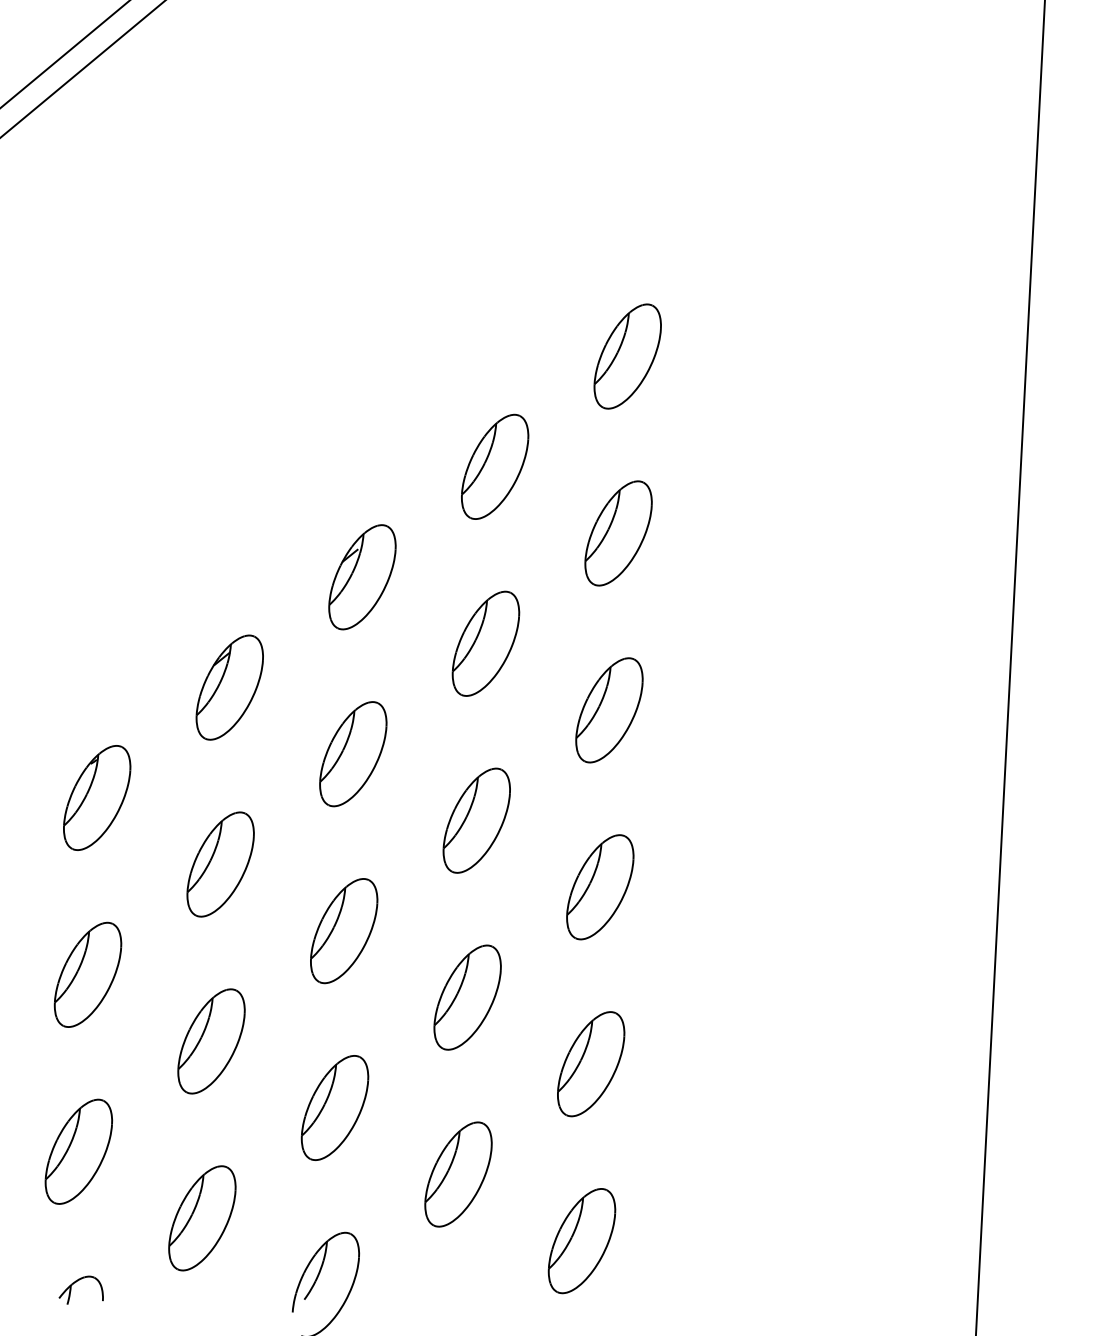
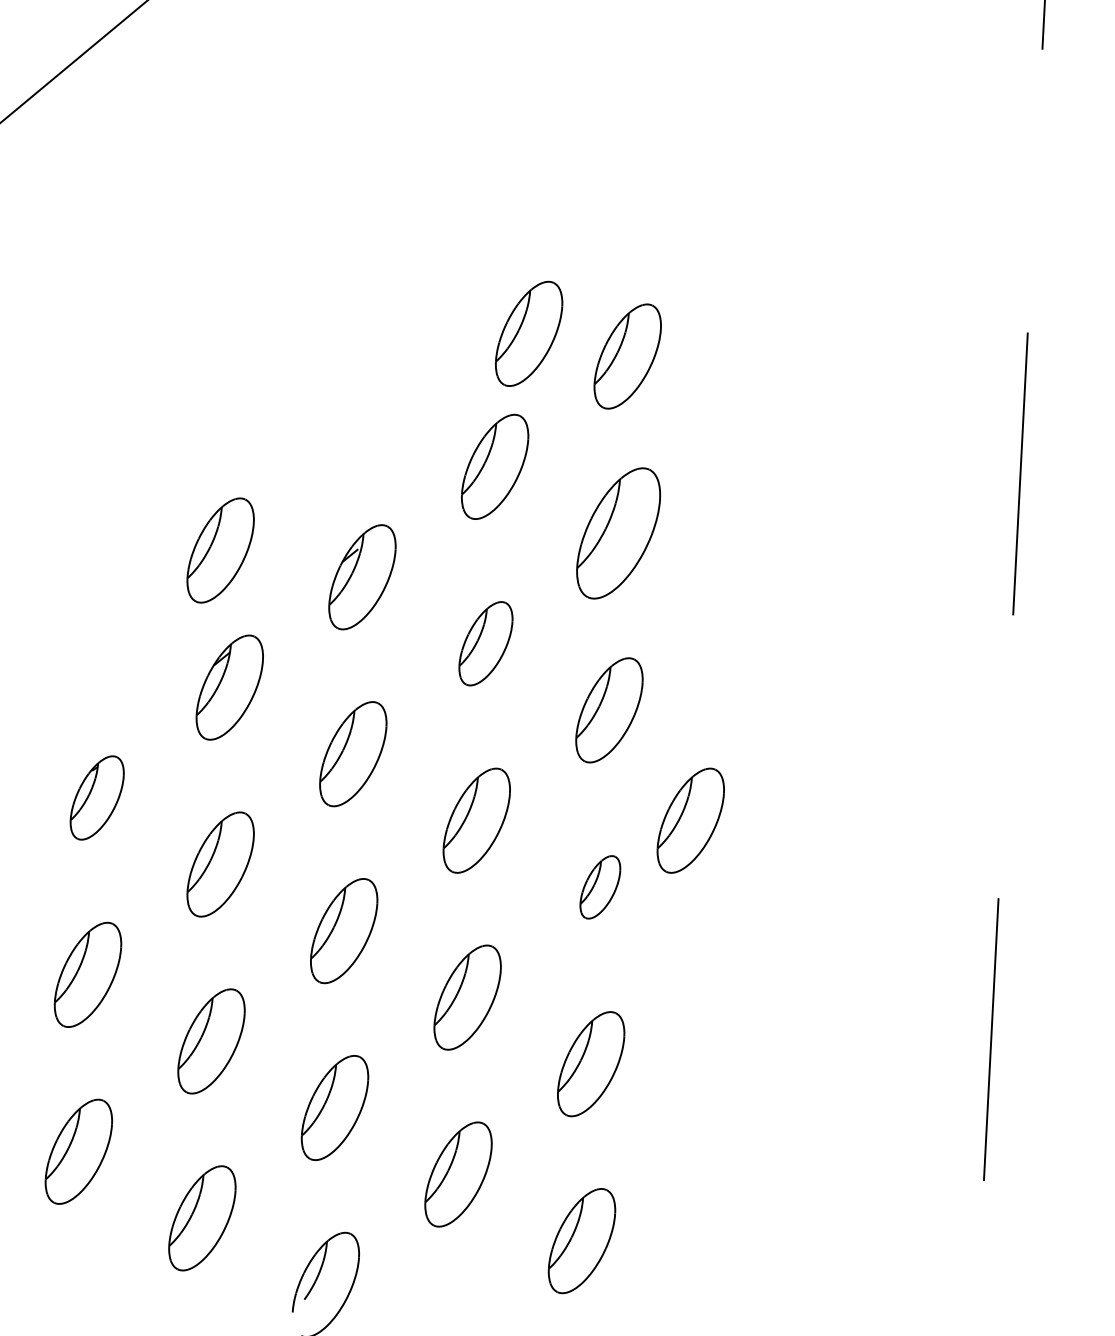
line at (64, 54) position: (64, 54) -> (73, 61)
line at (82, 68): present -> none
part at (529, 333): none -> present
part at (618, 533) size: 69x107 px -> 86x133 px
part at (220, 550): none -> present
part at (485, 643) size: 70x107 px -> 56x86 px
line at (1010, 667): solid -> dashed
part at (97, 797) size: 69x106 px -> 56x86 px
part at (690, 820): none -> present
part at (600, 887) size: 69x107 px -> 43x65 px
part at (76, 1282): present -> none
